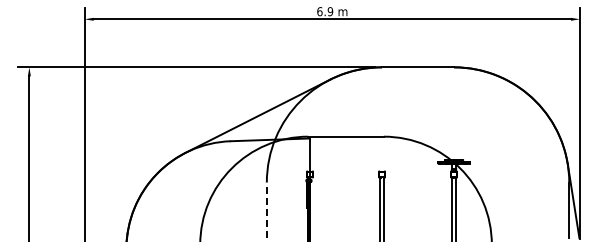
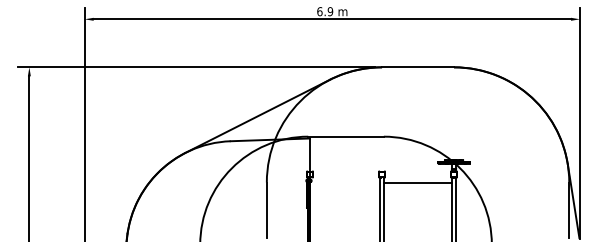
line at (418, 182): none -> present
line at (266, 210): dashed -> solid
